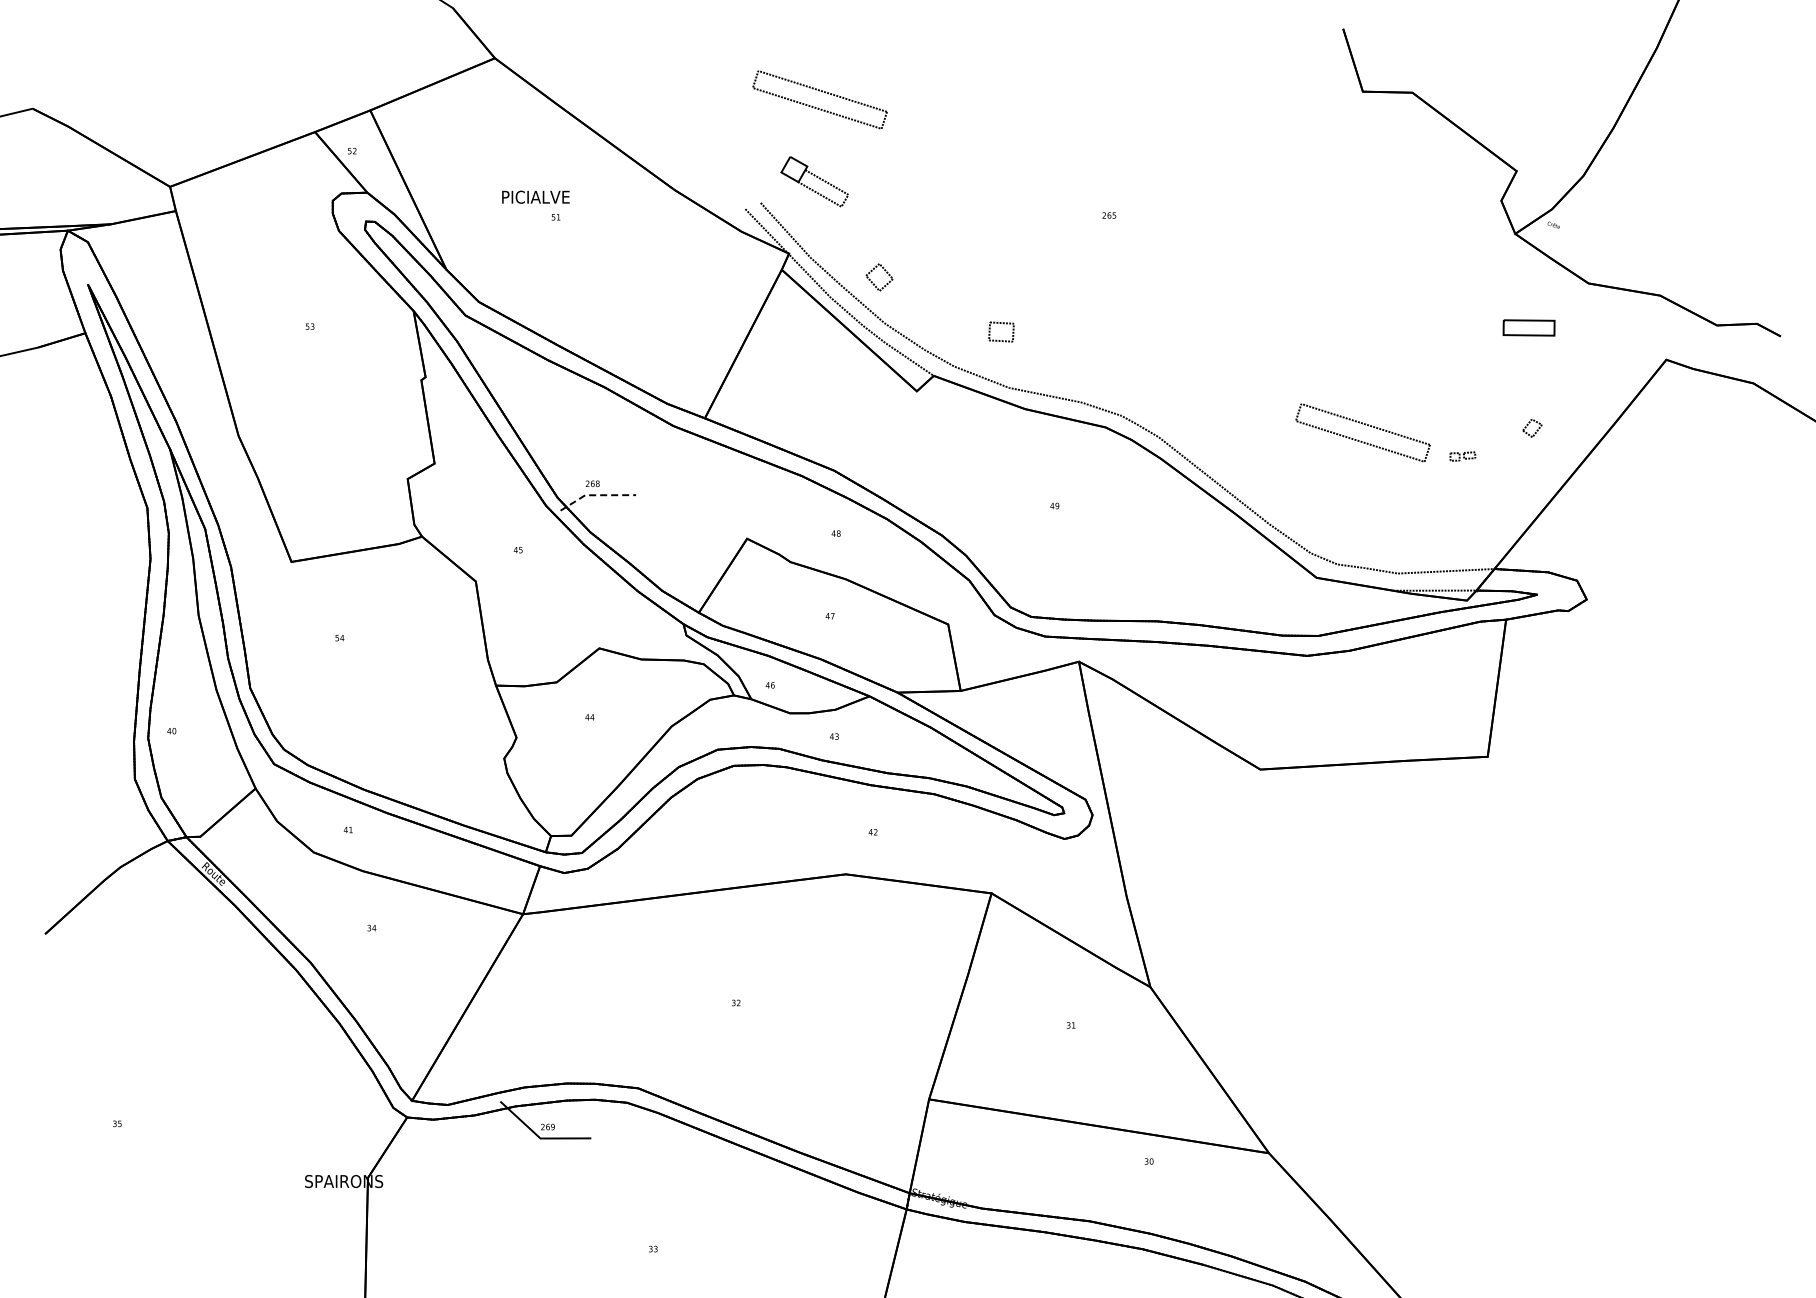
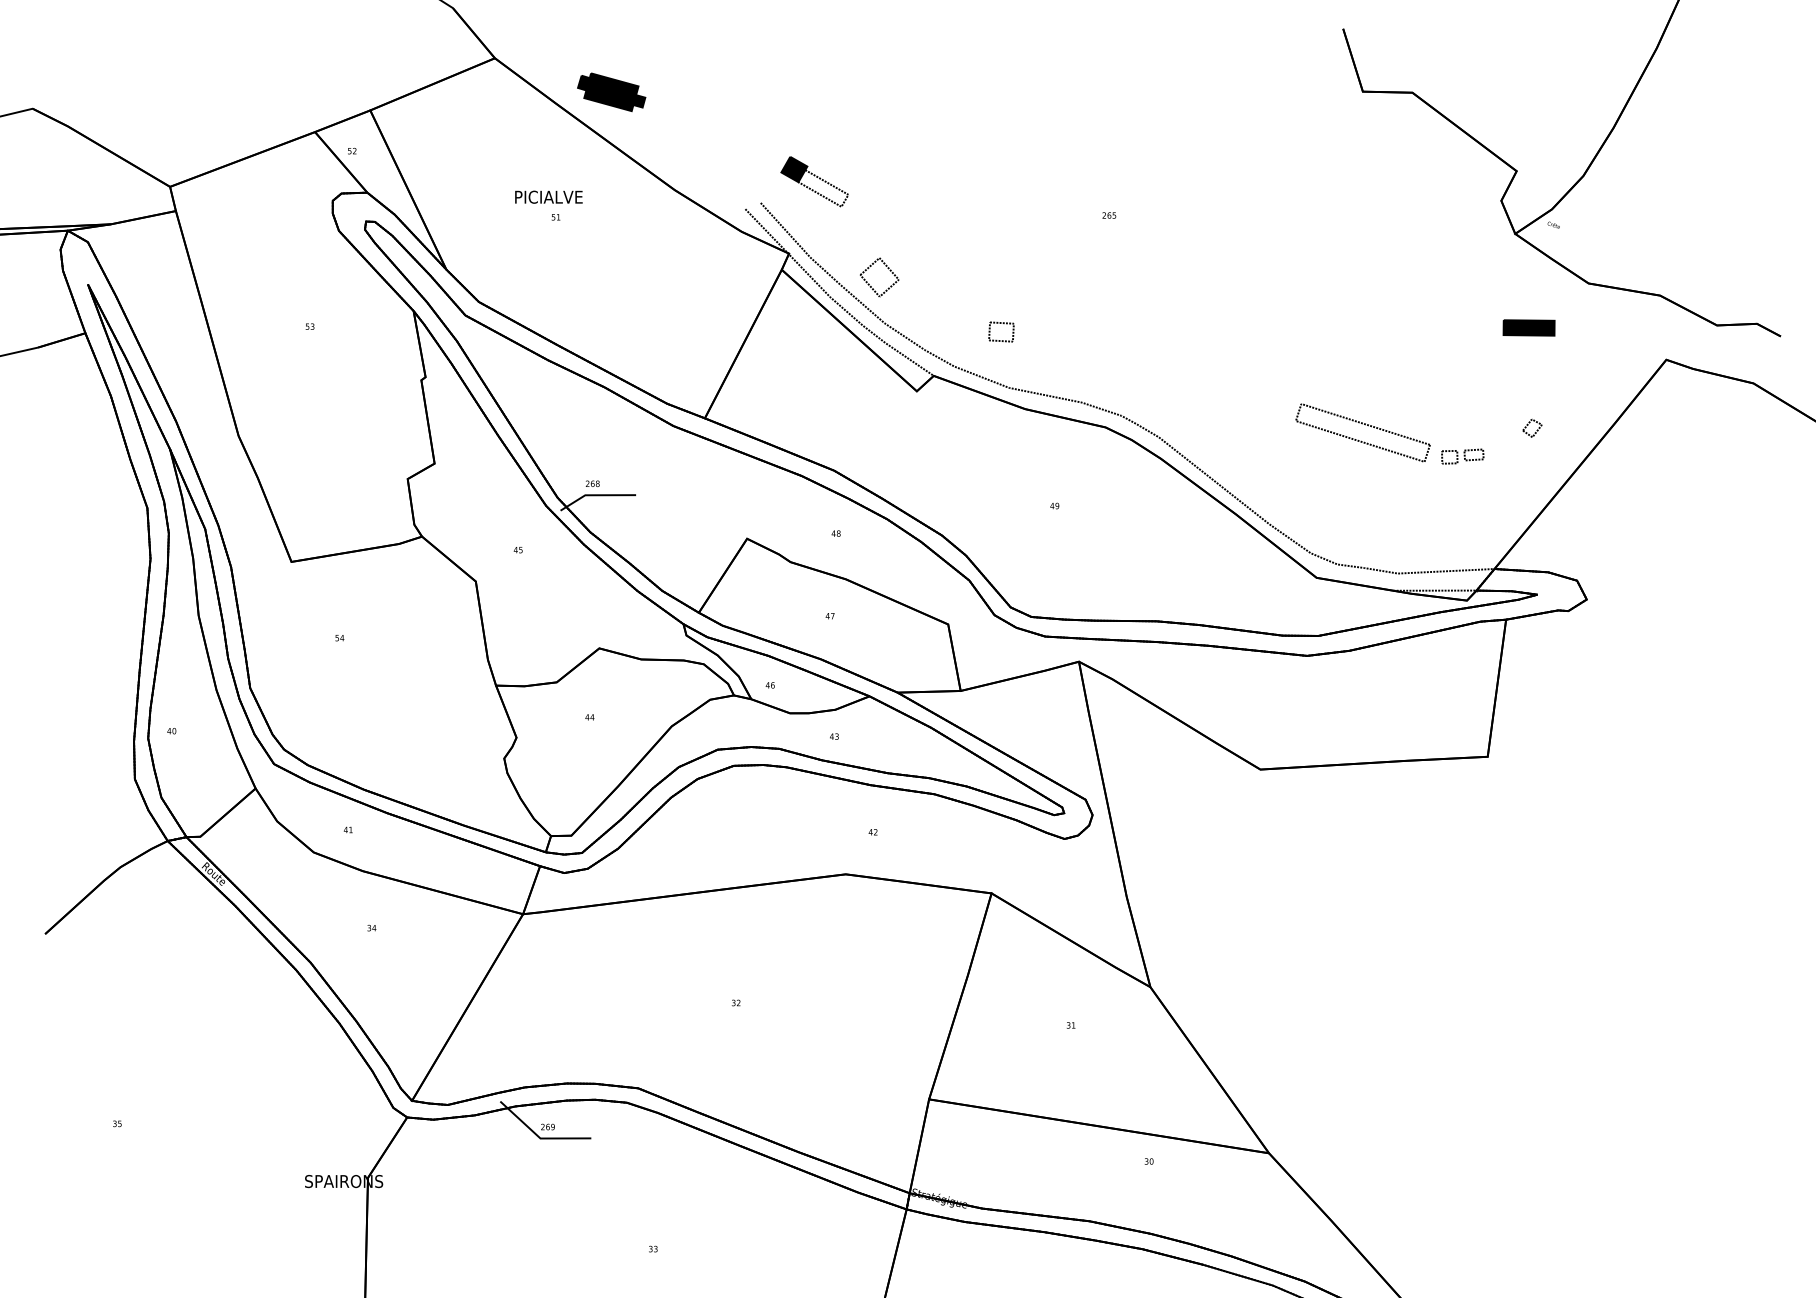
part at (611, 92): none -> present
part at (822, 92): present -> none
fill at (794, 169): none -> present
text at (535, 196) position: (535, 196) -> (548, 196)
part at (879, 277) size: 29x29 px -> 41x41 px
fill at (1528, 327): none -> present
part at (1462, 456) size: 28x11 px -> 44x17 px
line at (595, 495): dashed -> solid
